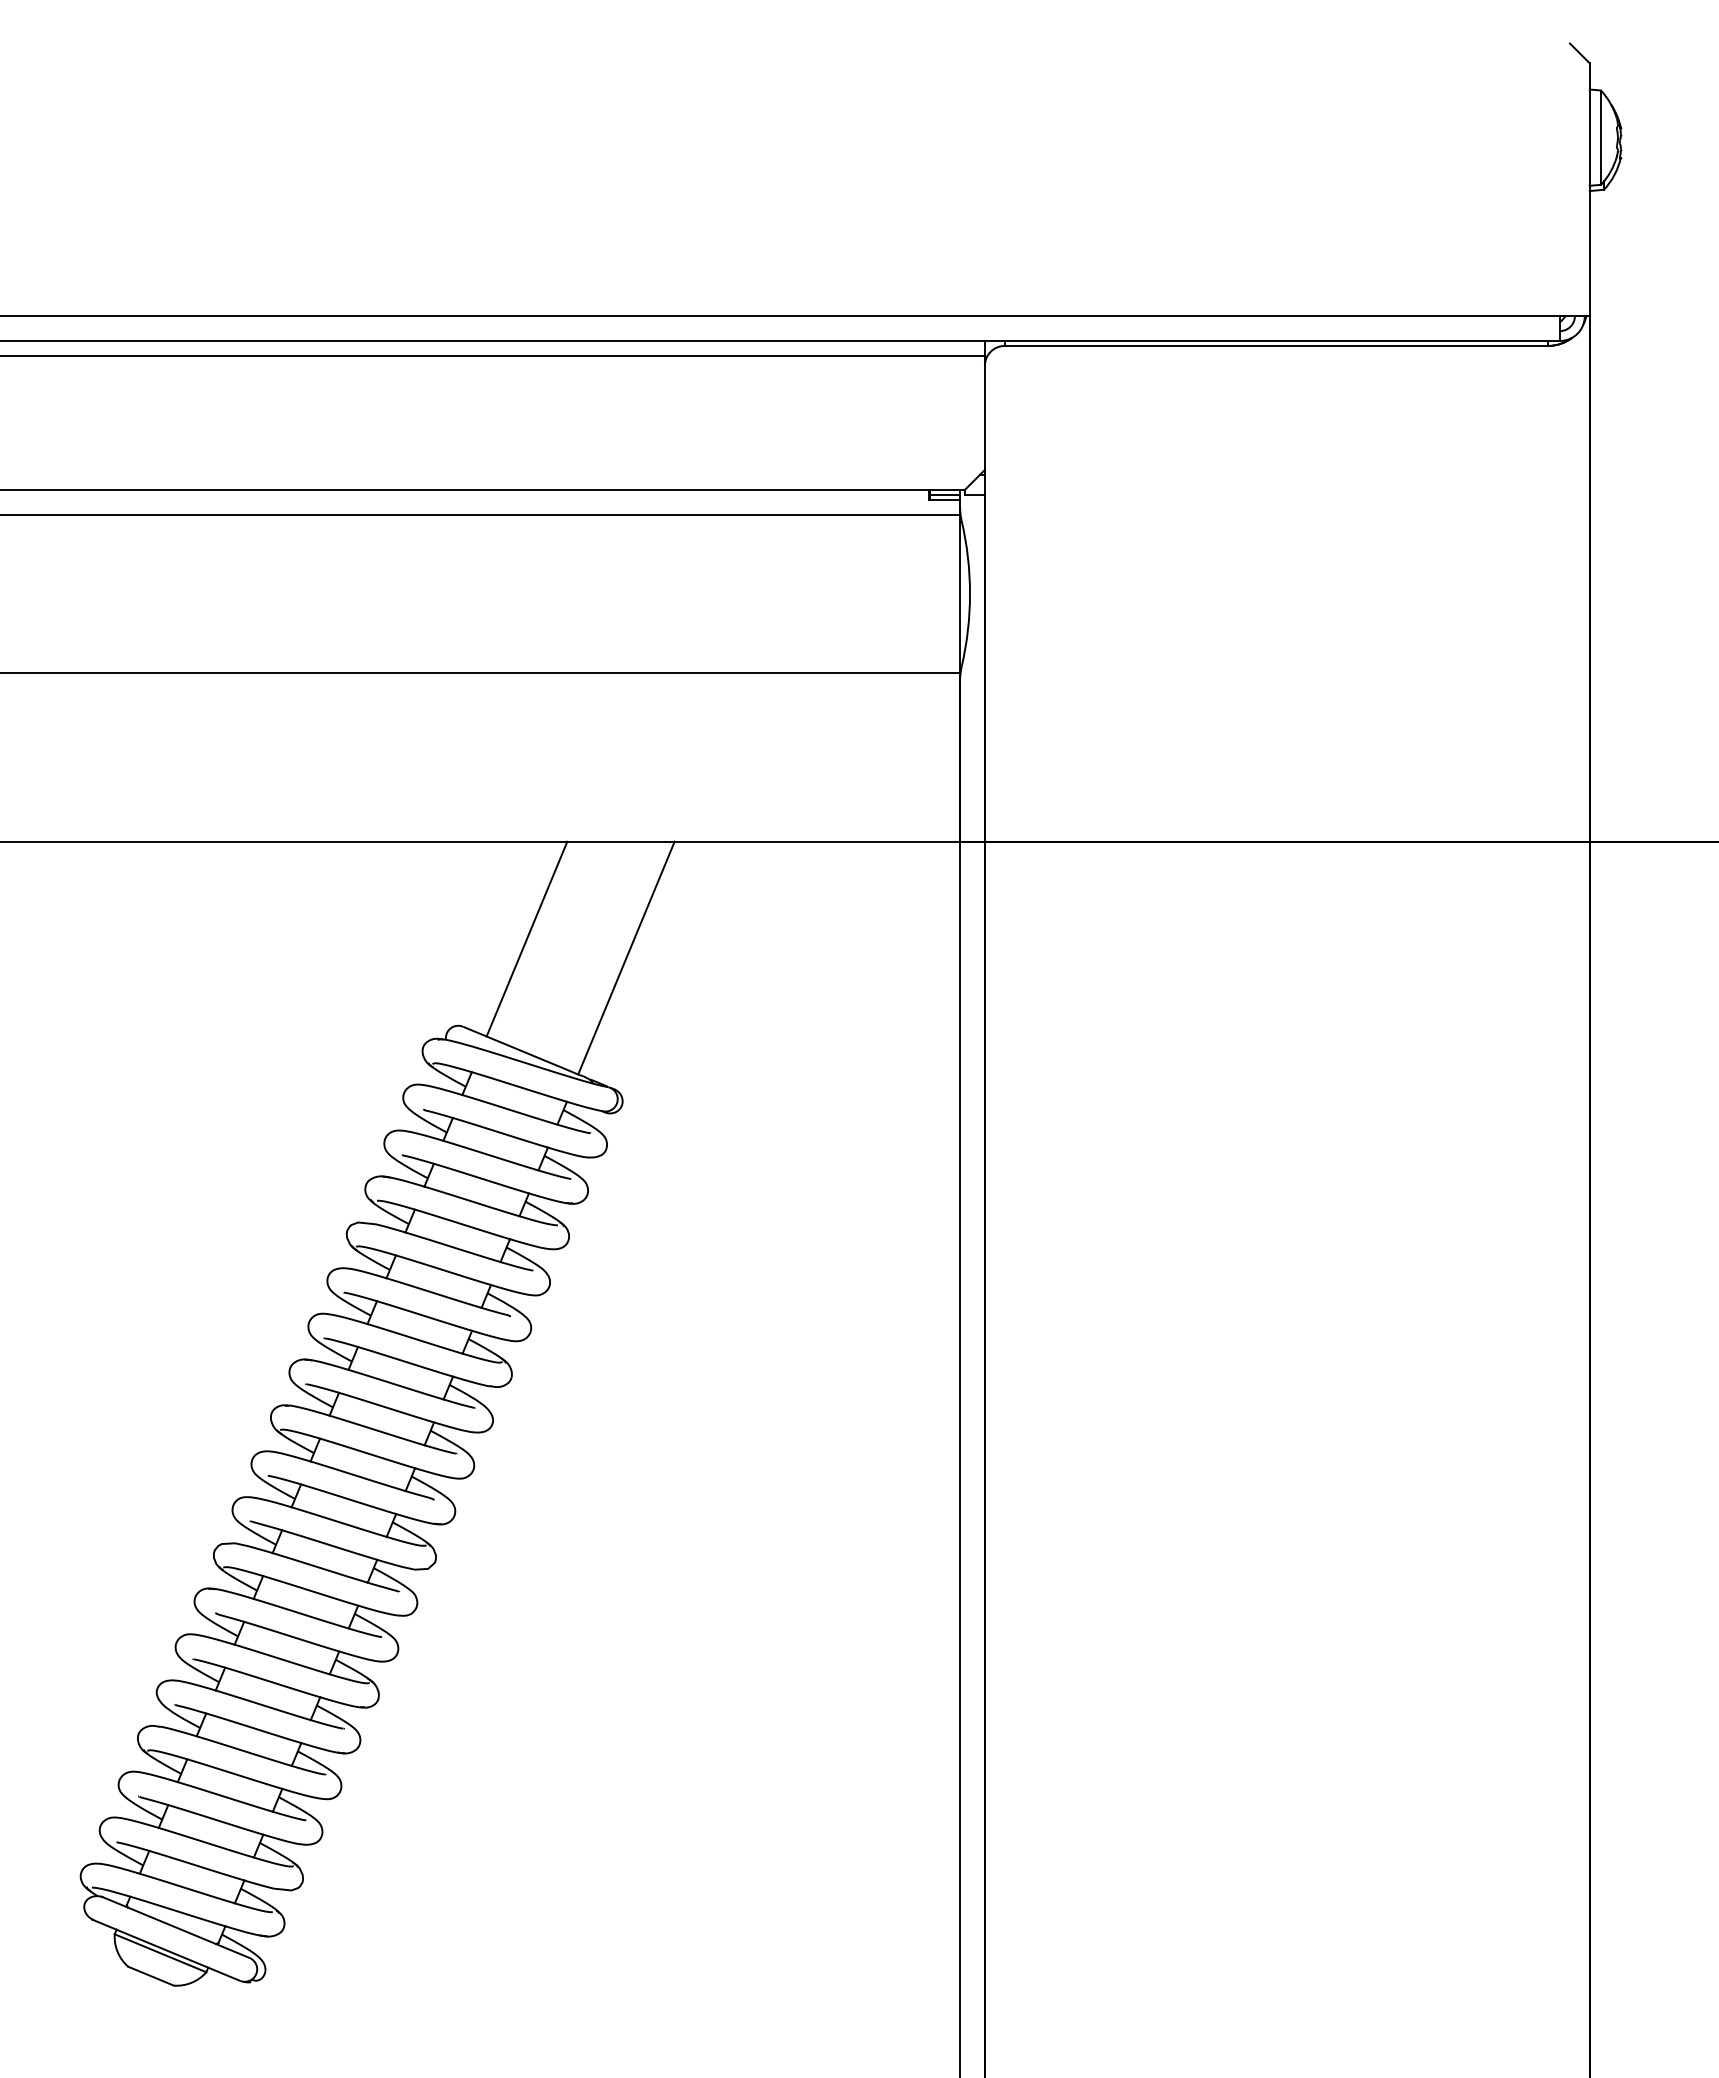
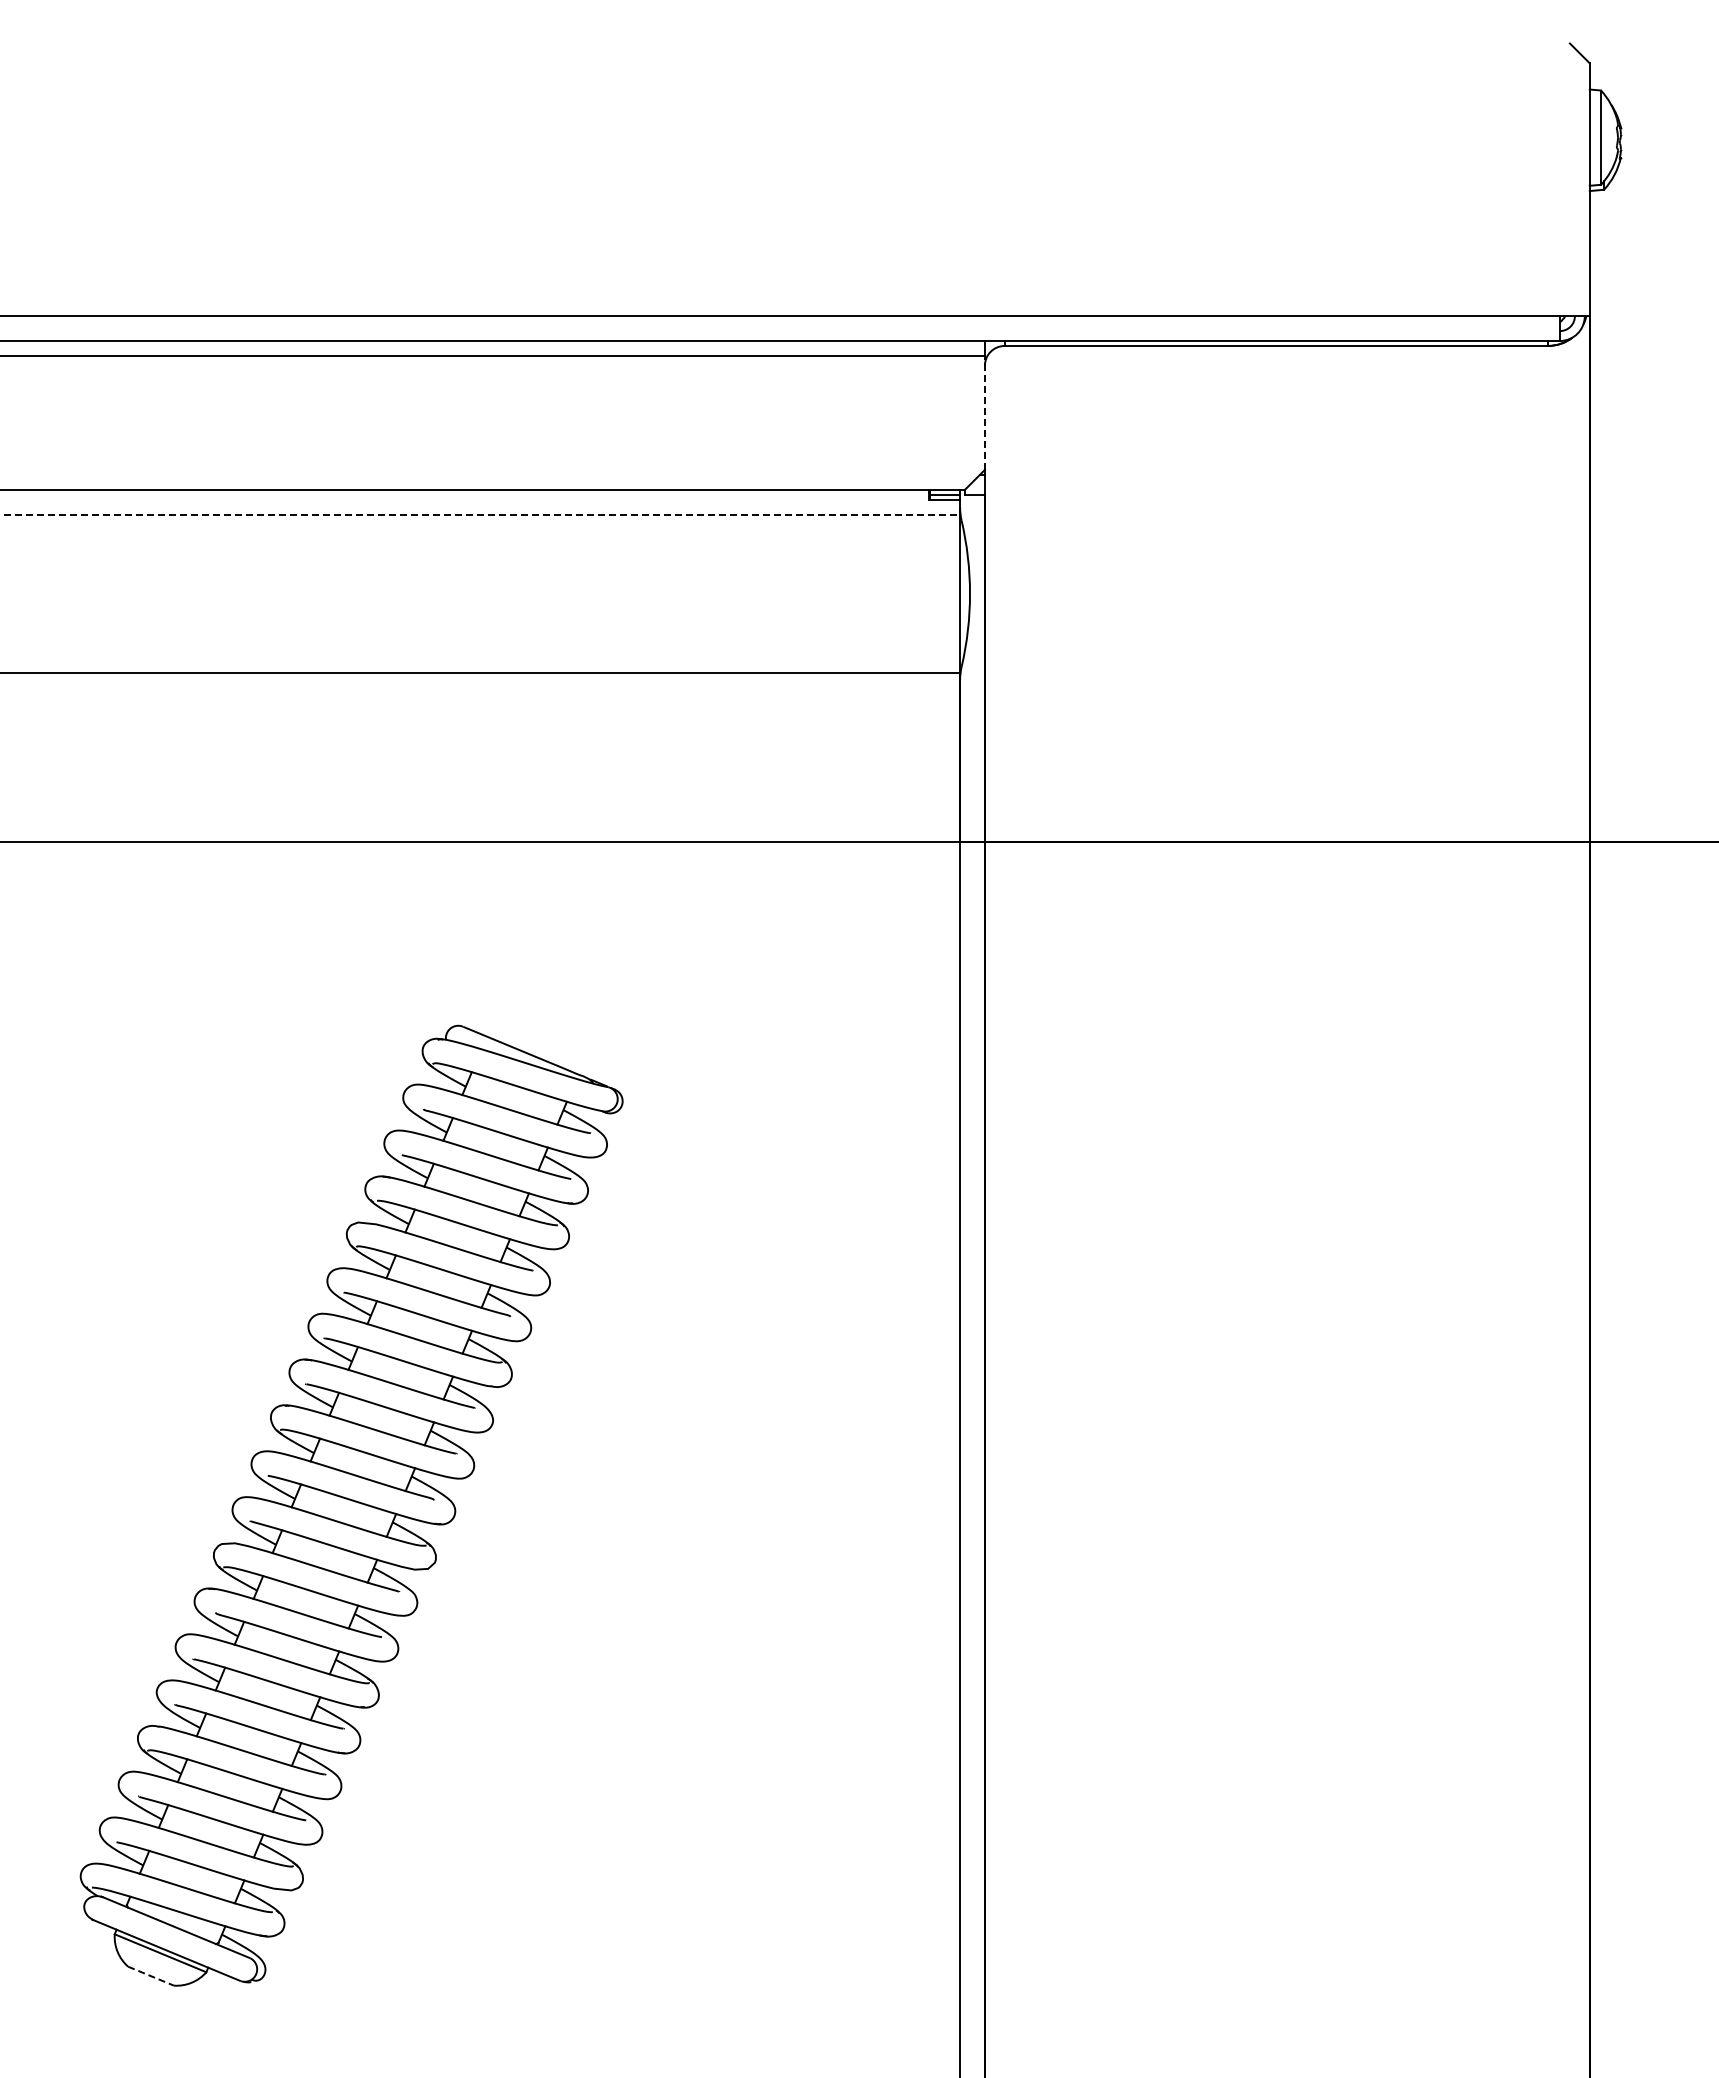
line at (984, 412): solid -> dashed
line at (480, 514): solid -> dashed
line at (526, 938): present -> none
line at (626, 957): present -> none
line at (151, 1976): solid -> dashed
